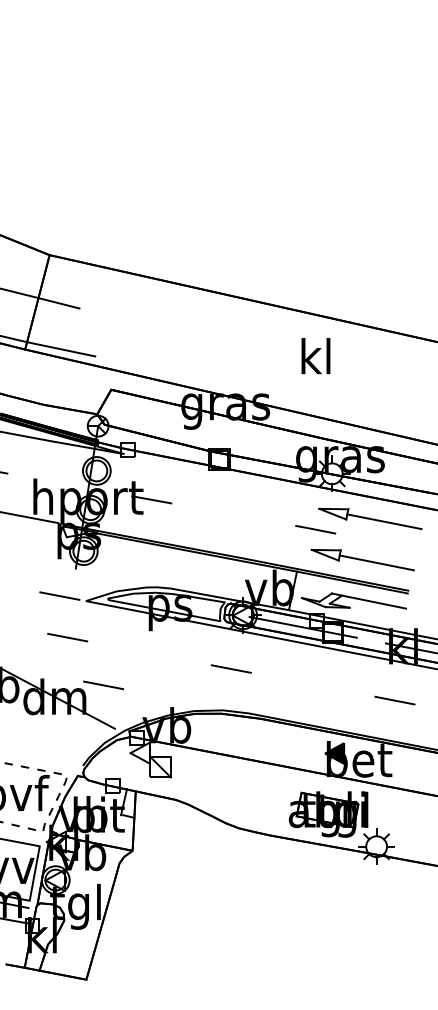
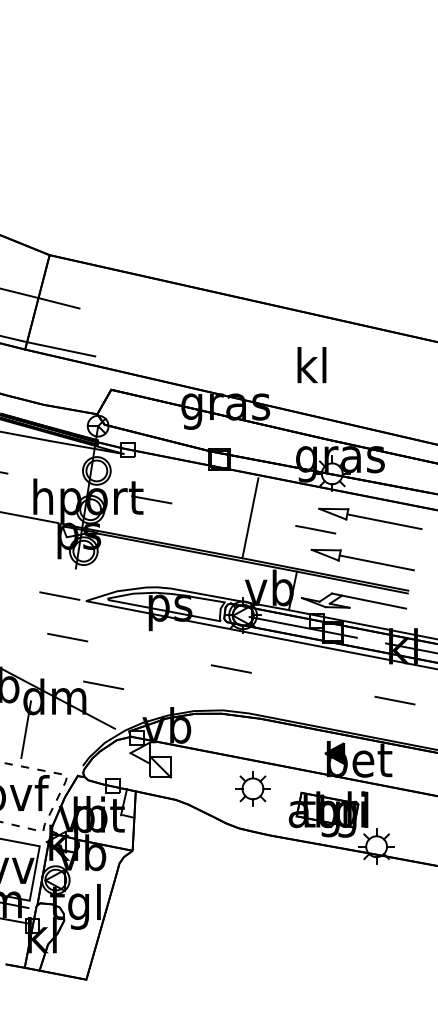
text at (315, 356) position: (315, 356) -> (311, 365)
line at (250, 518): none -> present
line at (26, 729): none -> present
part at (252, 788): none -> present
